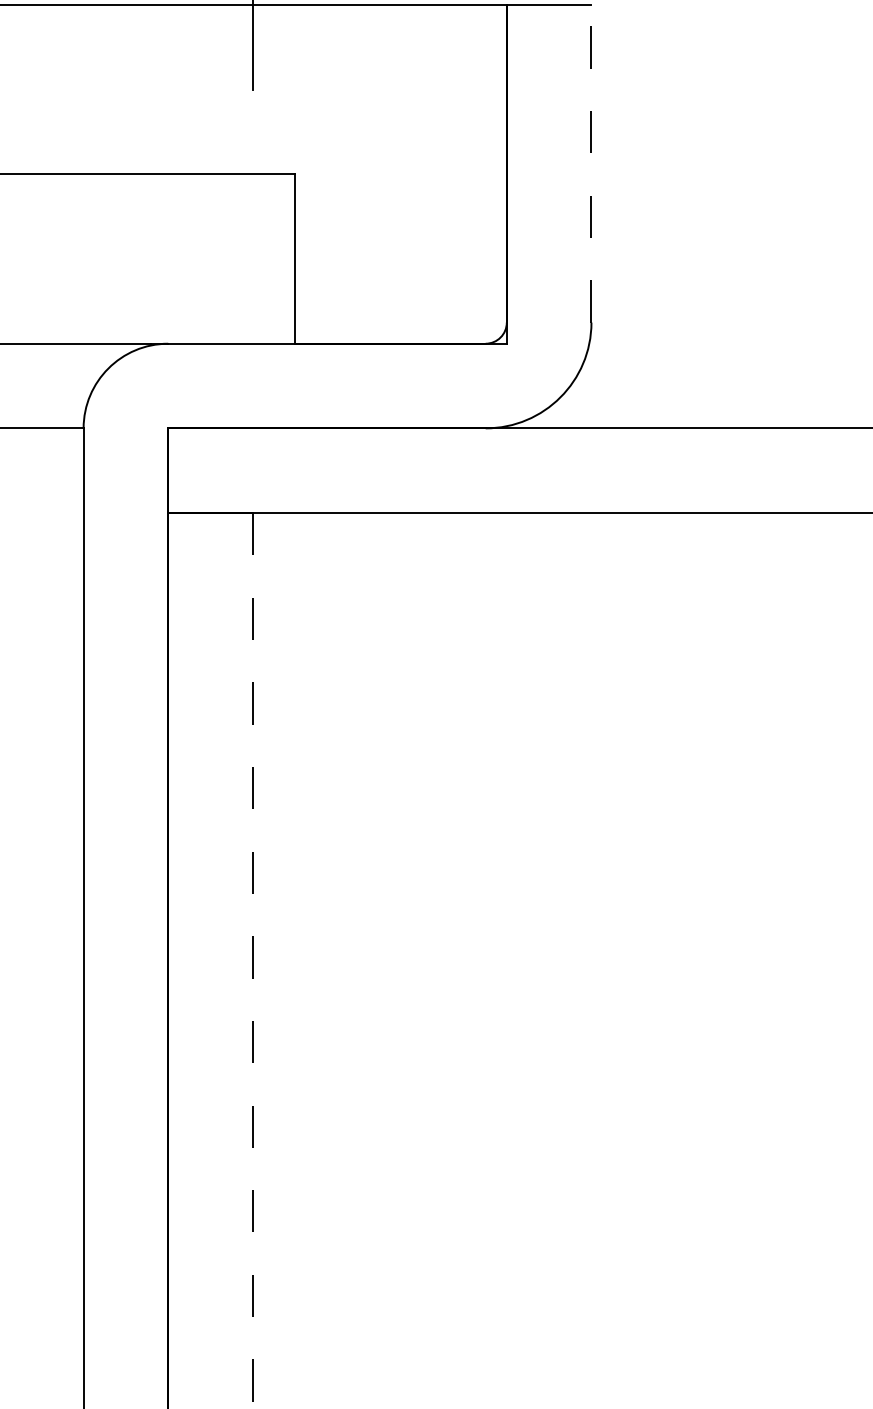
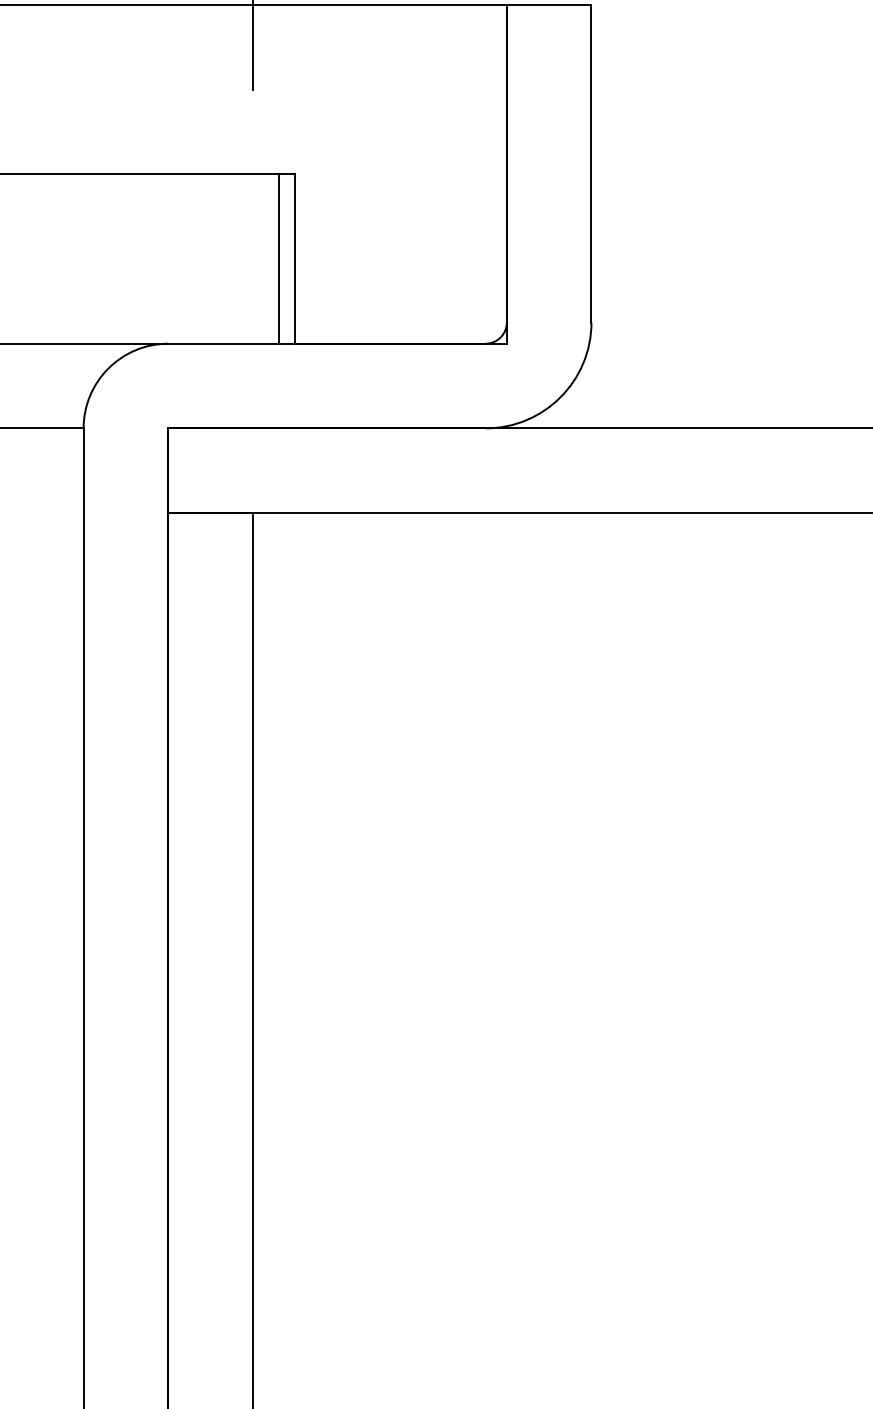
line at (591, 163): dashed -> solid
line at (279, 258): none -> present
line at (252, 960): dashed -> solid
